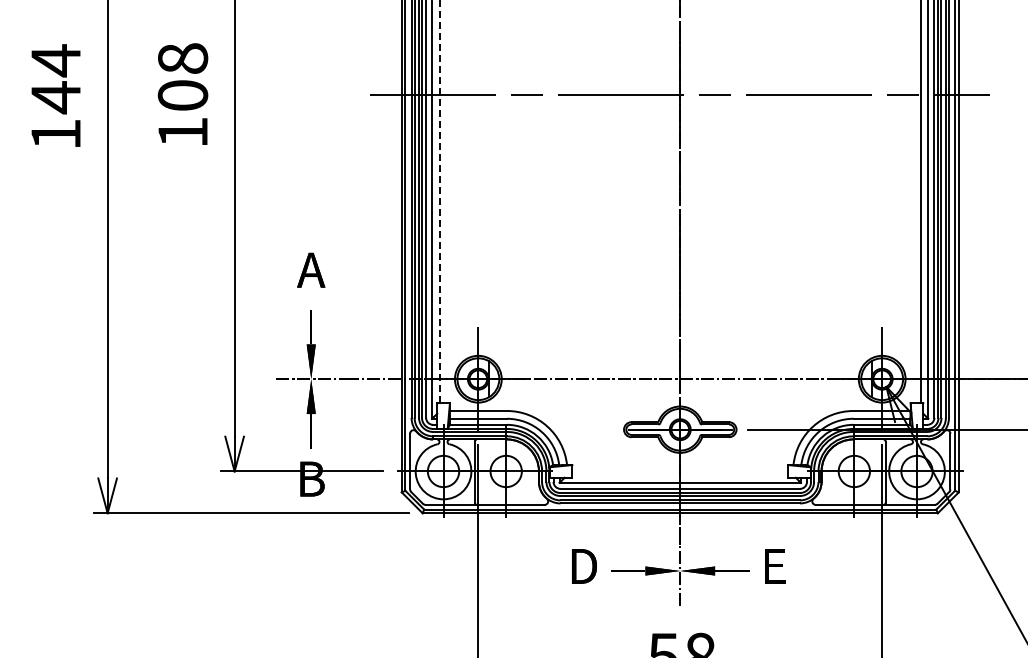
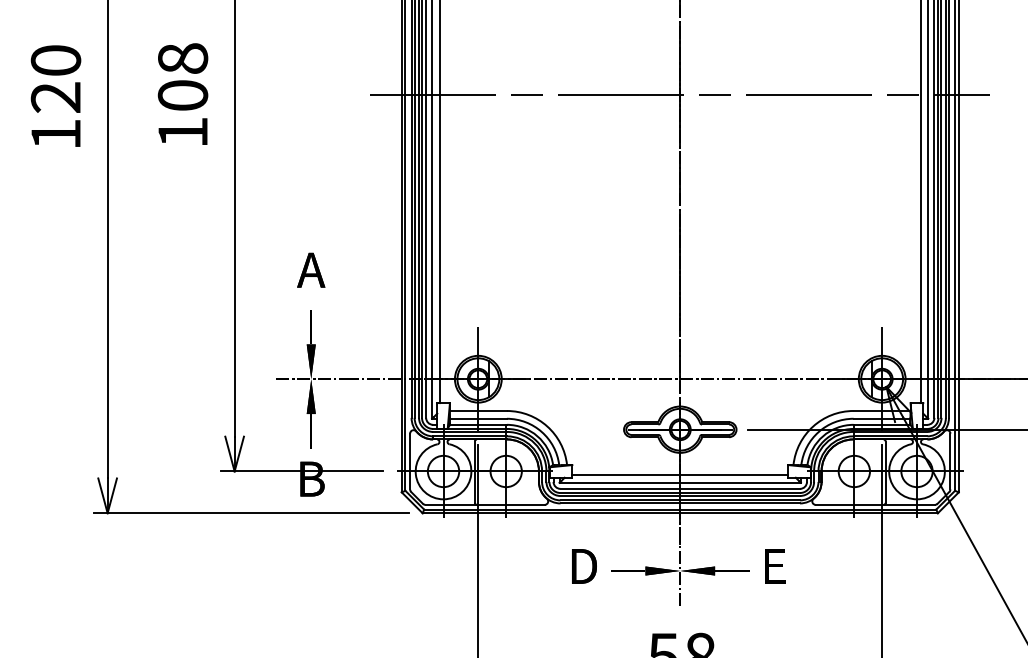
text at (55, 79): 144 -> 120
line at (439, 201): dashed -> solid
line at (680, 475): none -> present
